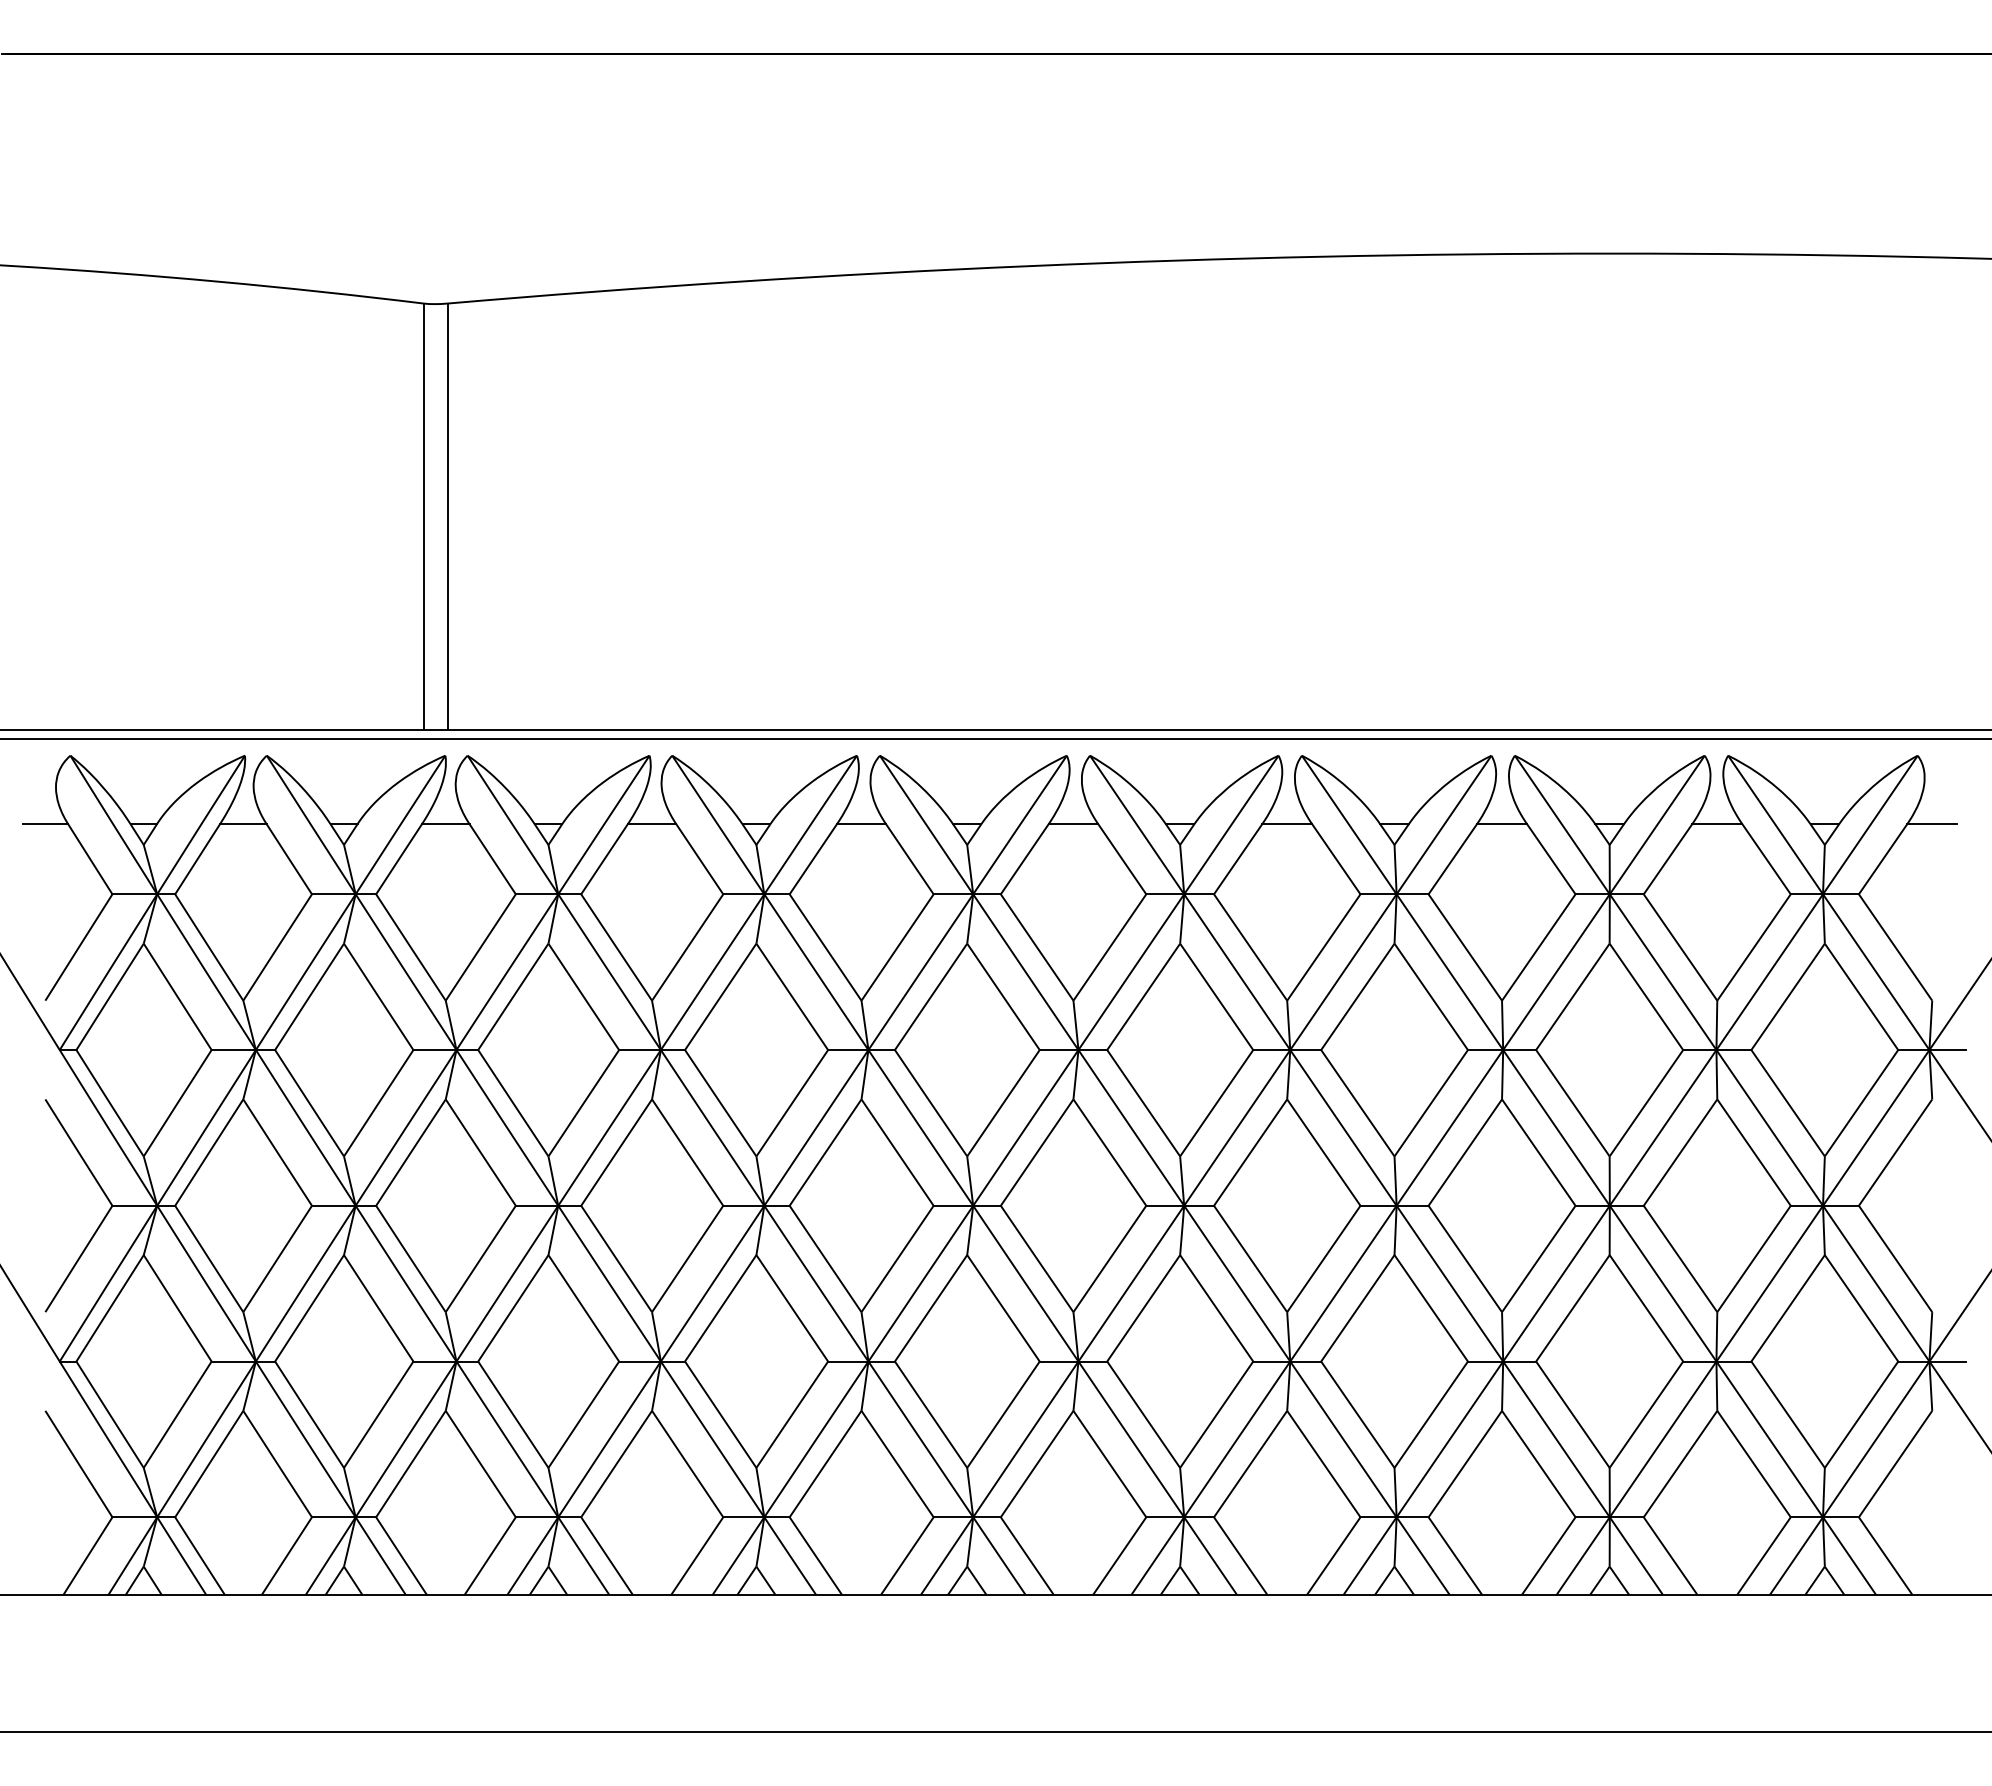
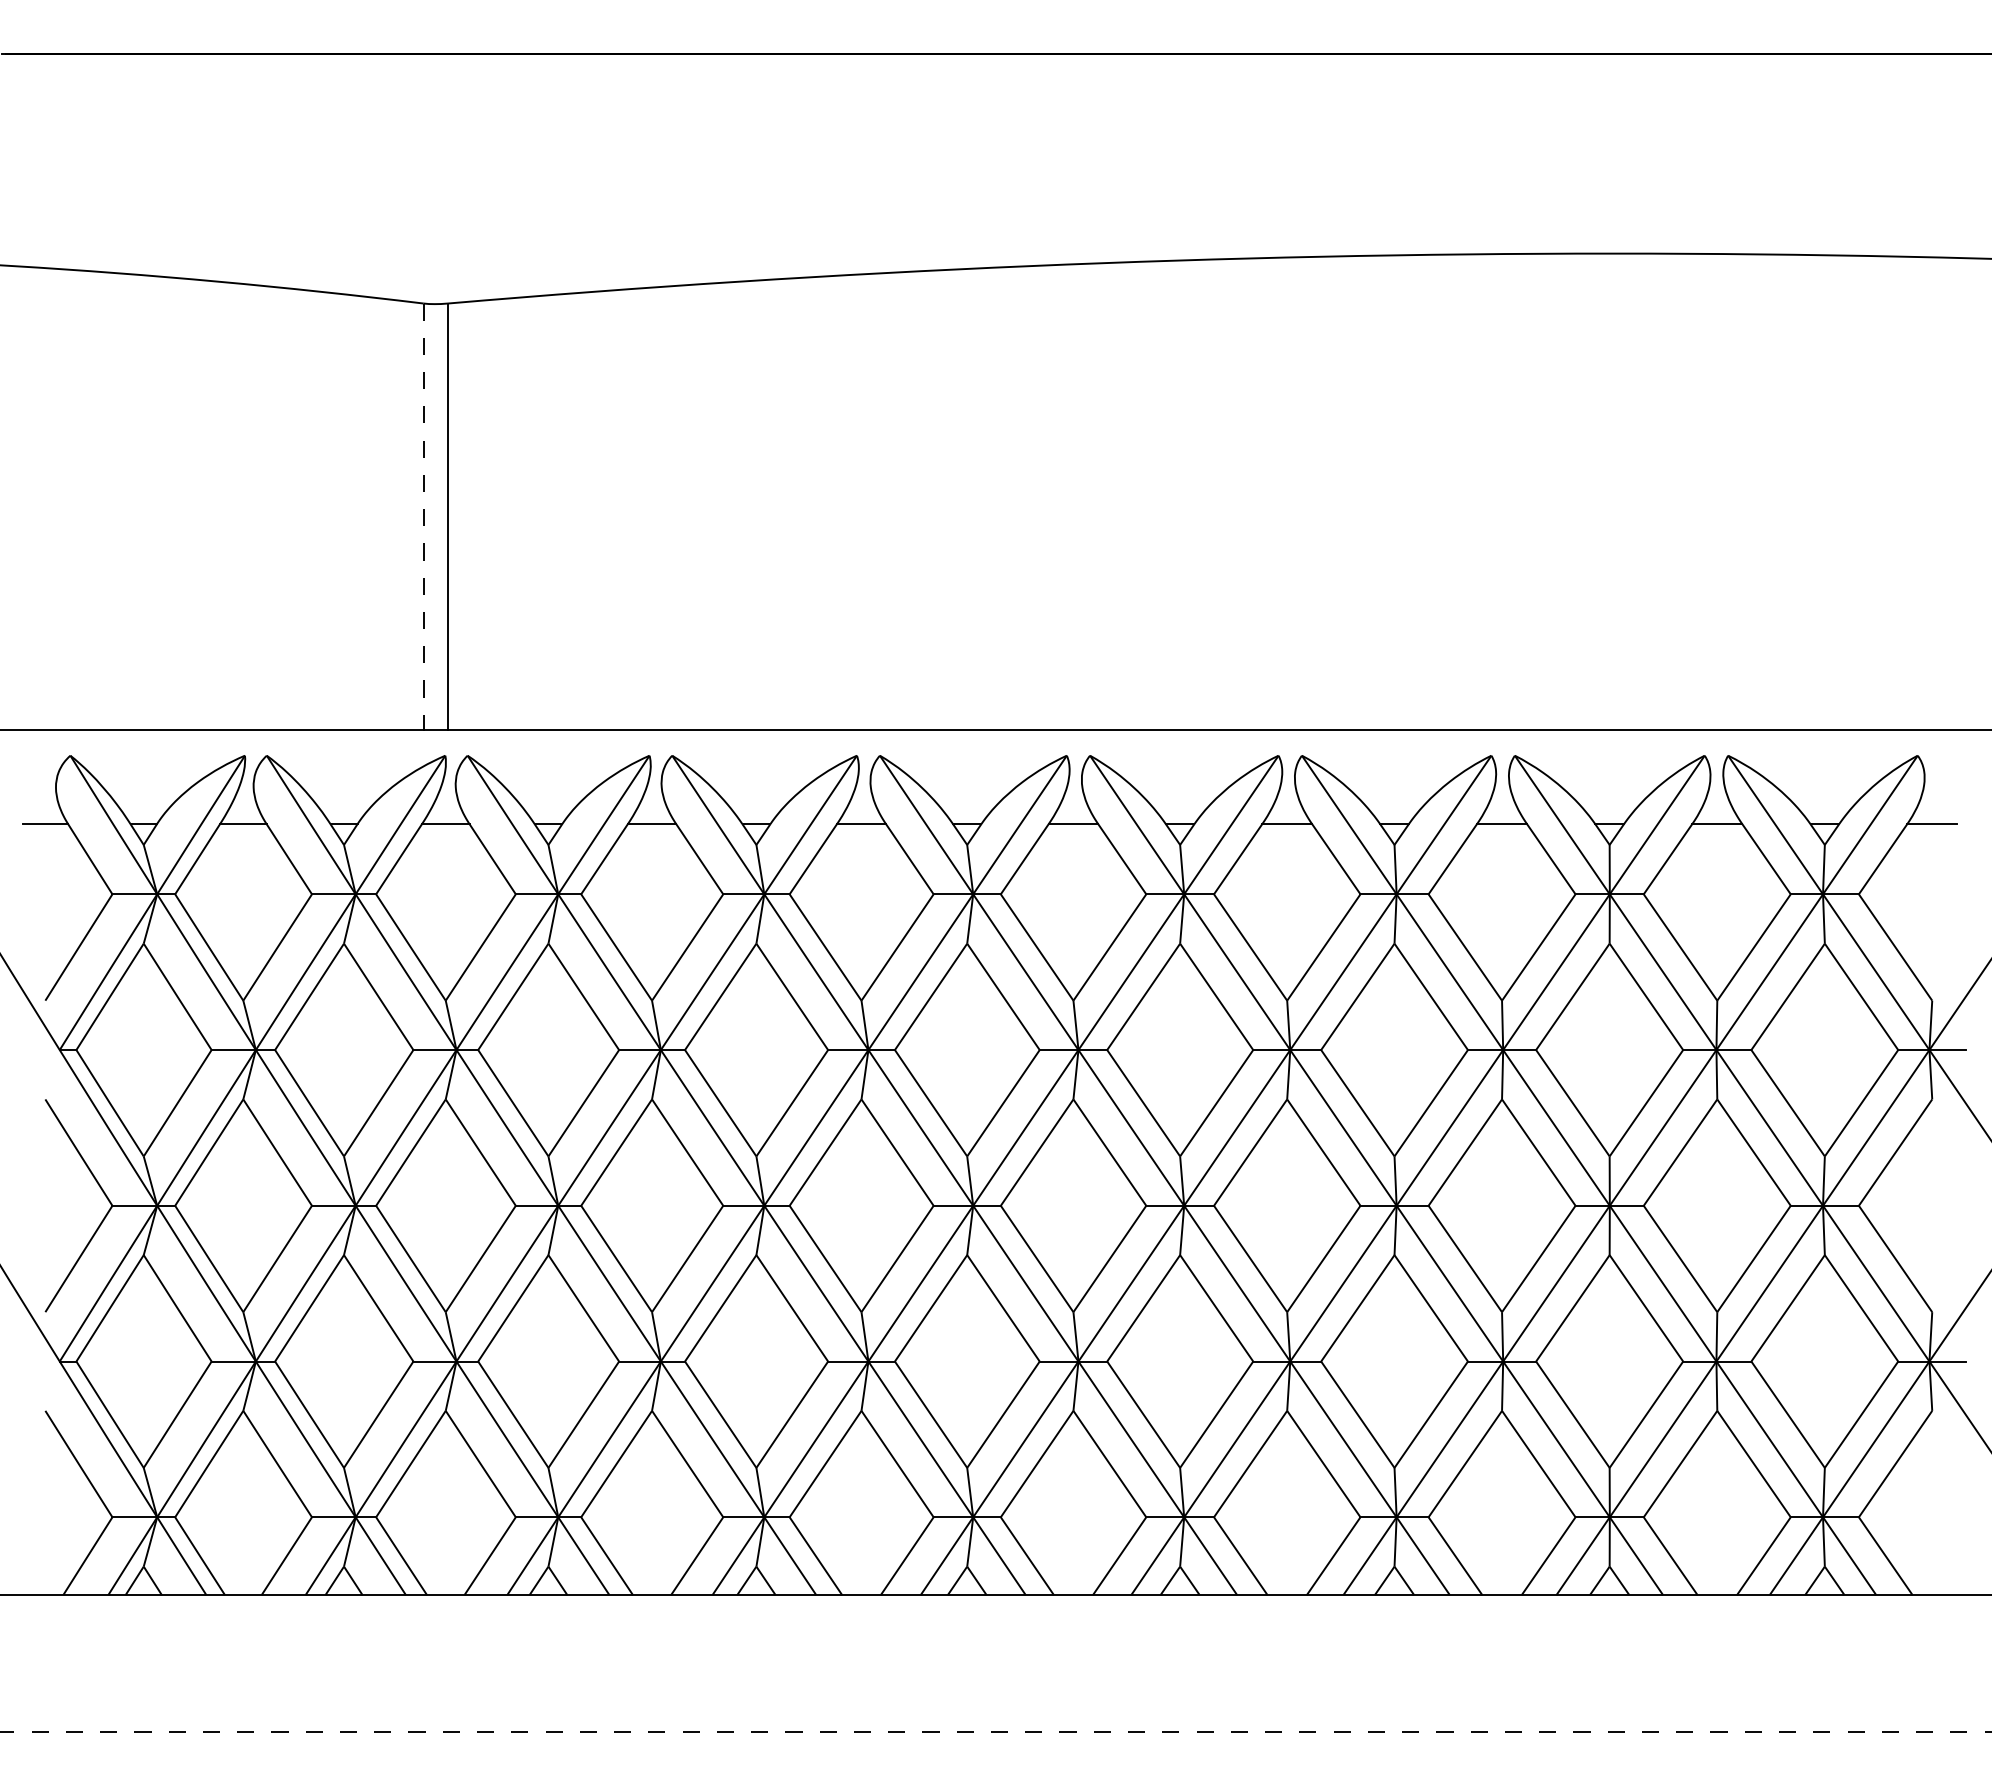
line at (423, 517): solid -> dashed
line at (995, 738): present -> none
line at (995, 1732): solid -> dashed
